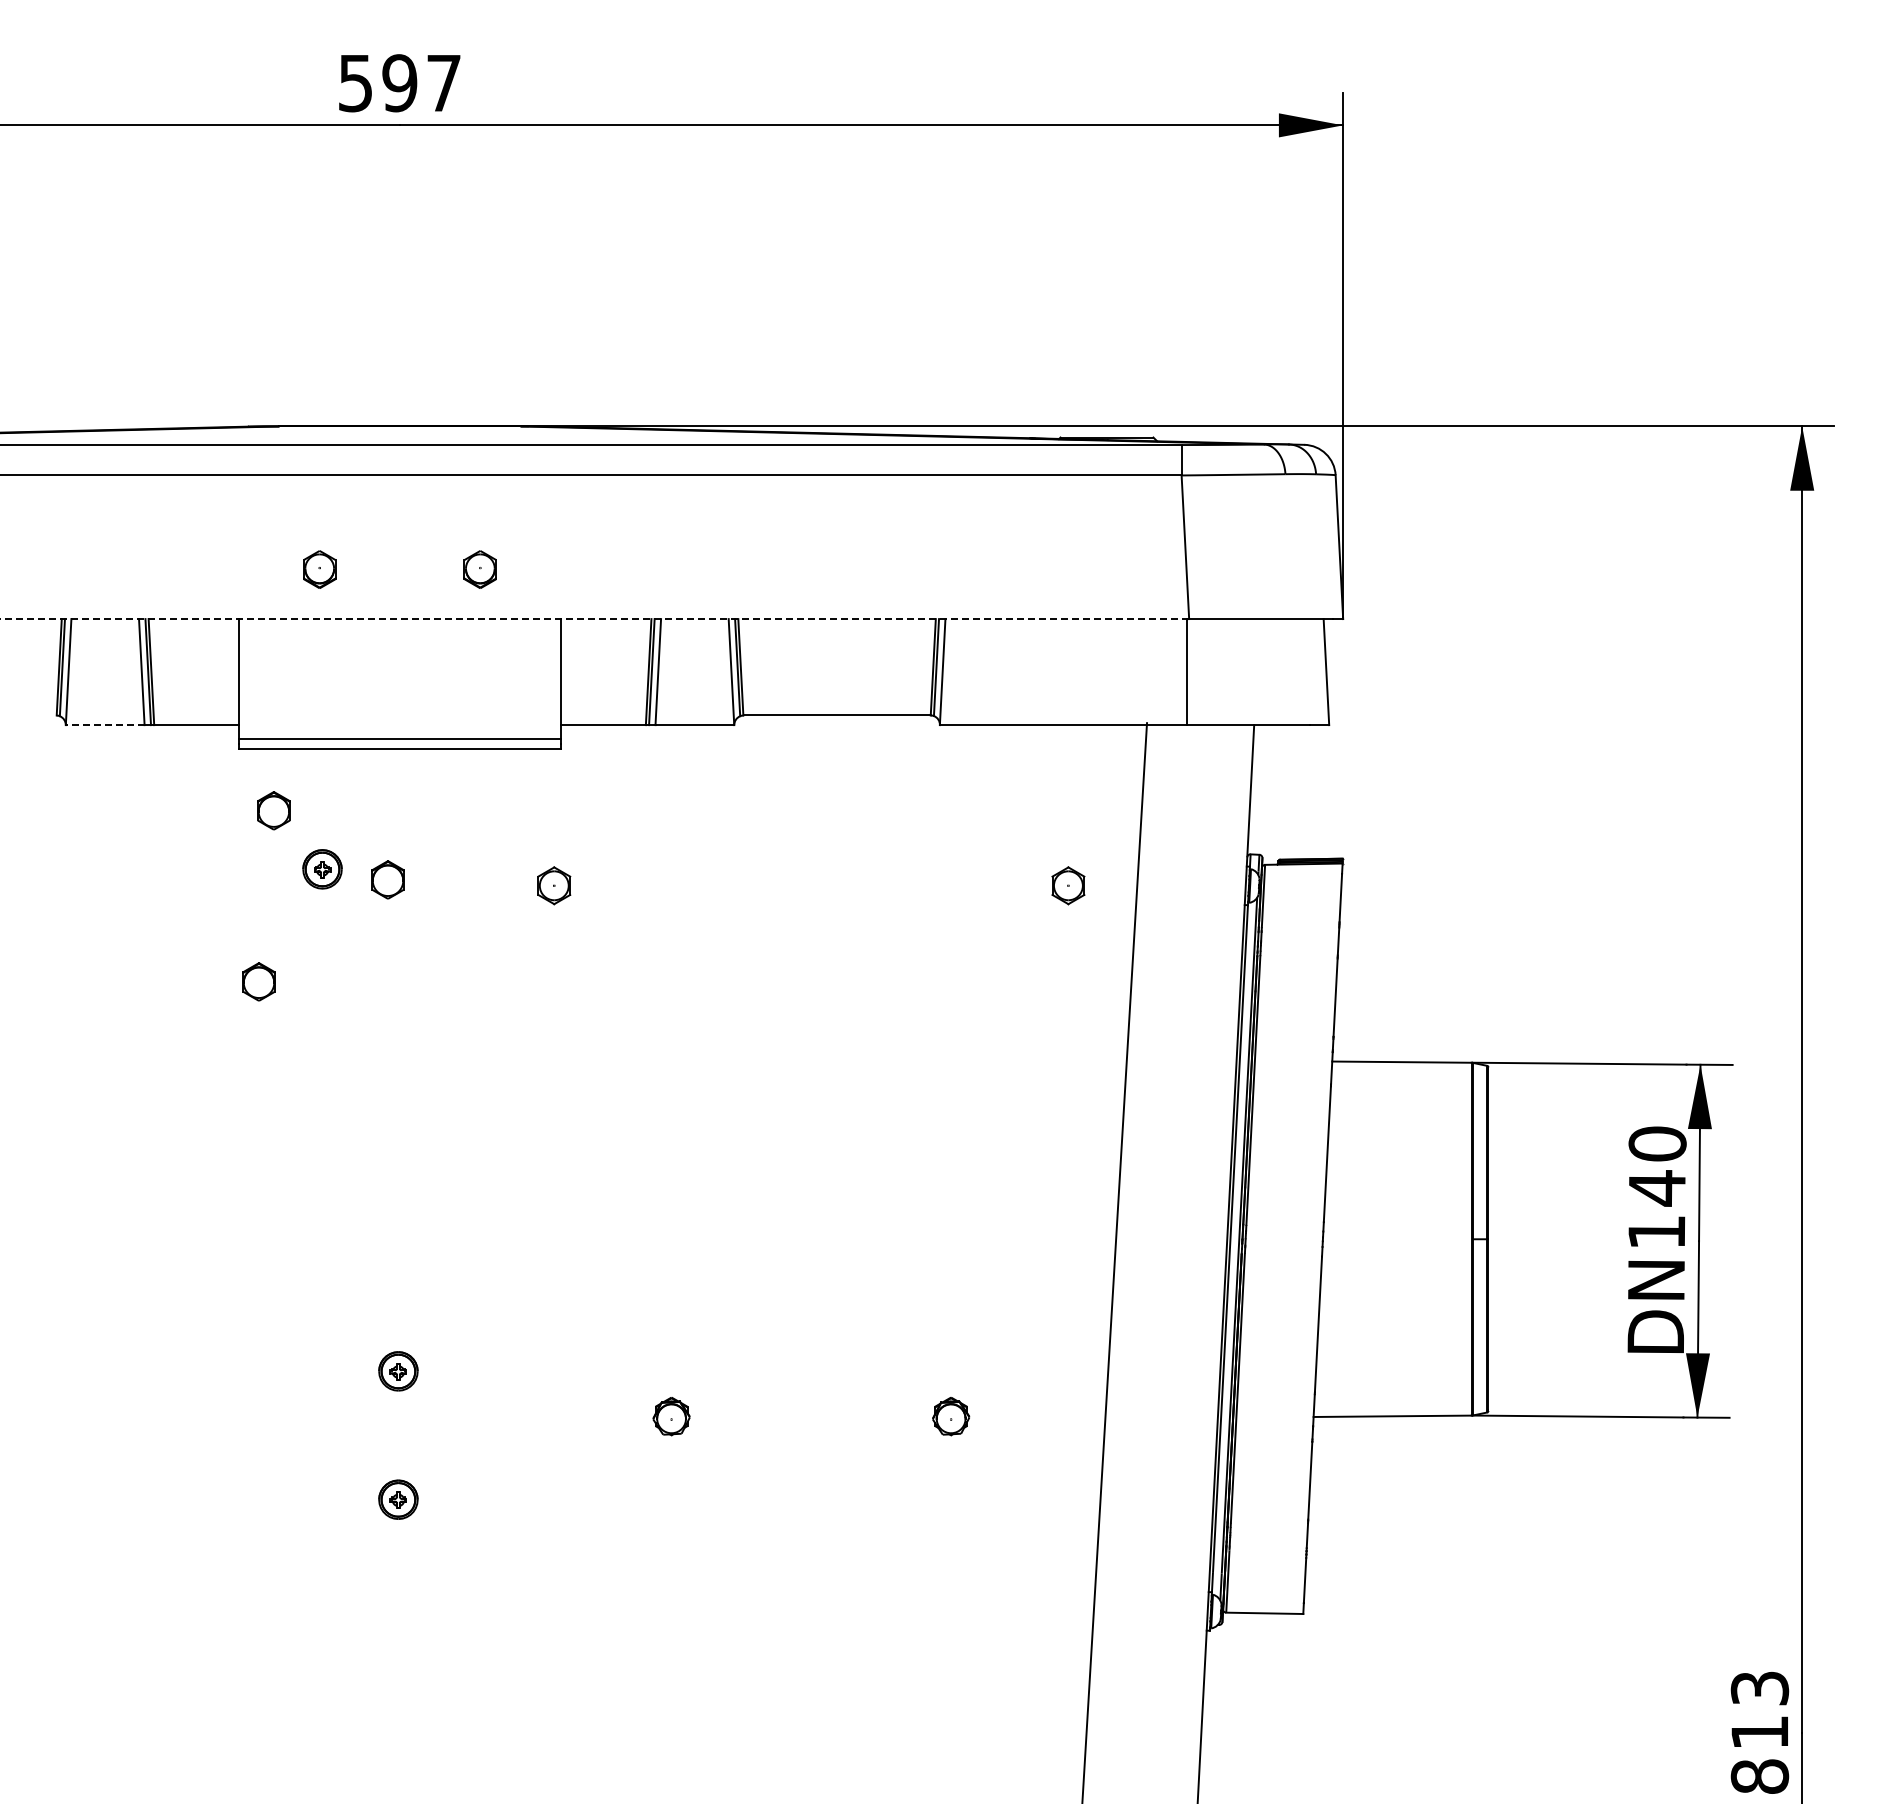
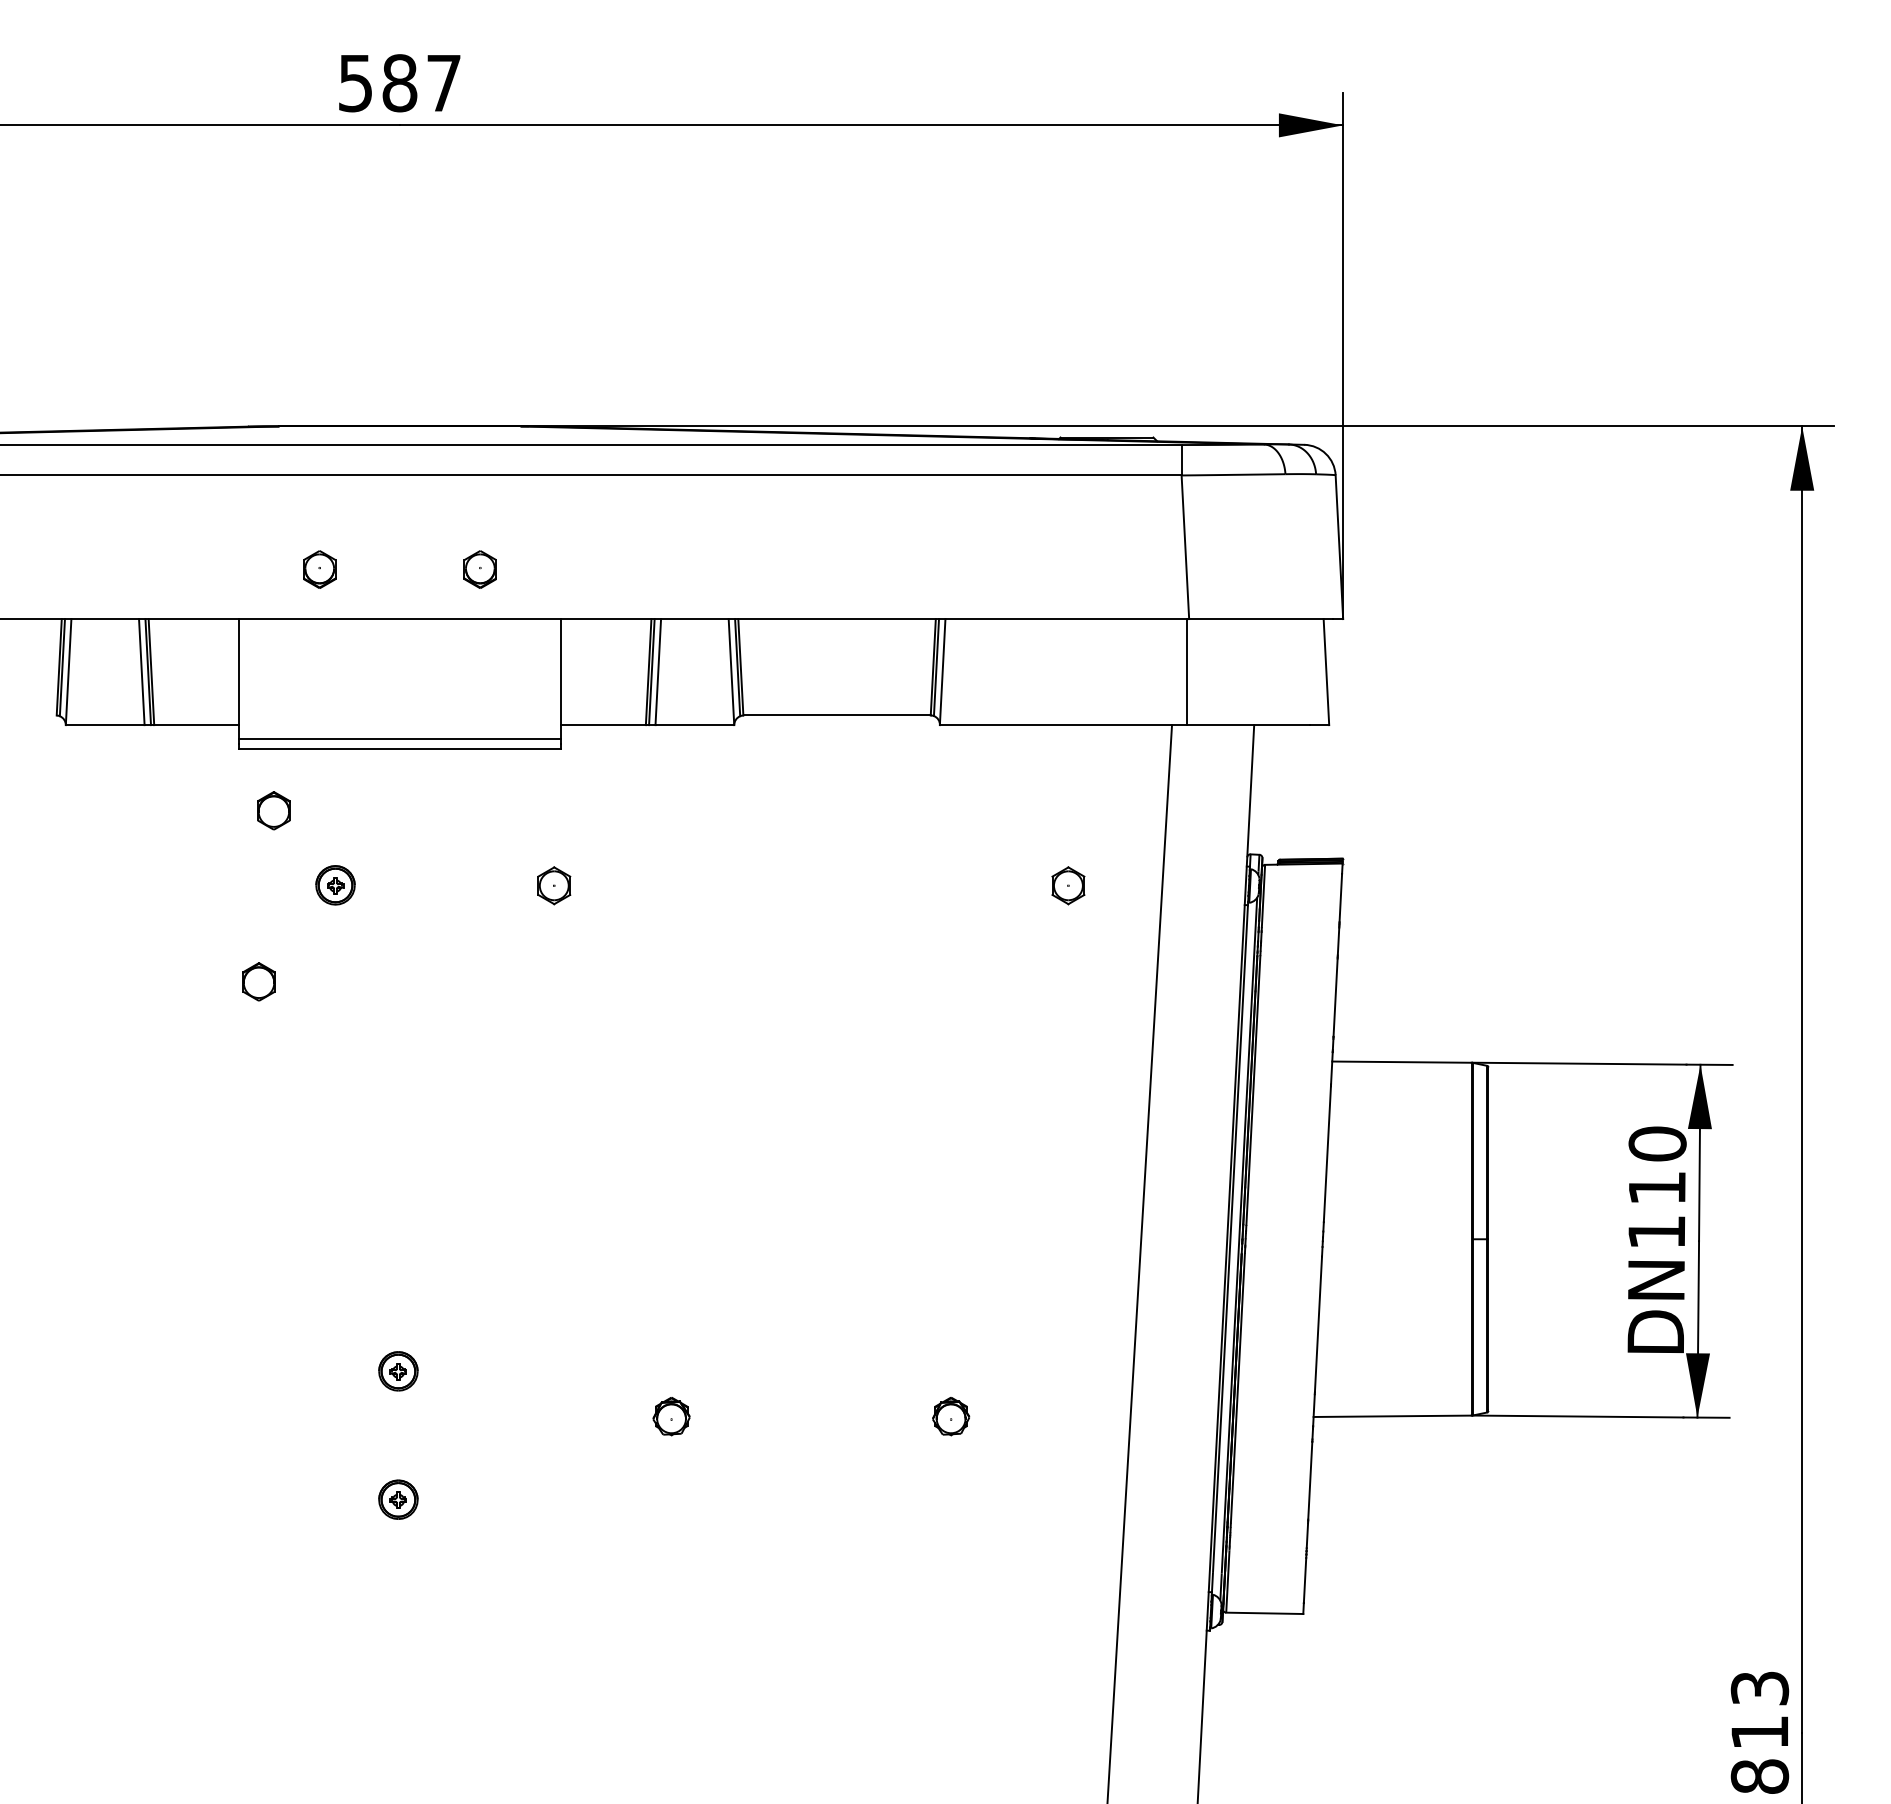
text at (399, 83): 597 -> 587
line at (594, 619): dashed -> solid
line at (104, 725): dashed -> solid
part at (322, 869) position: (322, 869) -> (335, 885)
part at (387, 879): present -> none
text at (1657, 1188): DN140 -> DN110
line at (1114, 1261) position: (1114, 1261) -> (1139, 1262)
